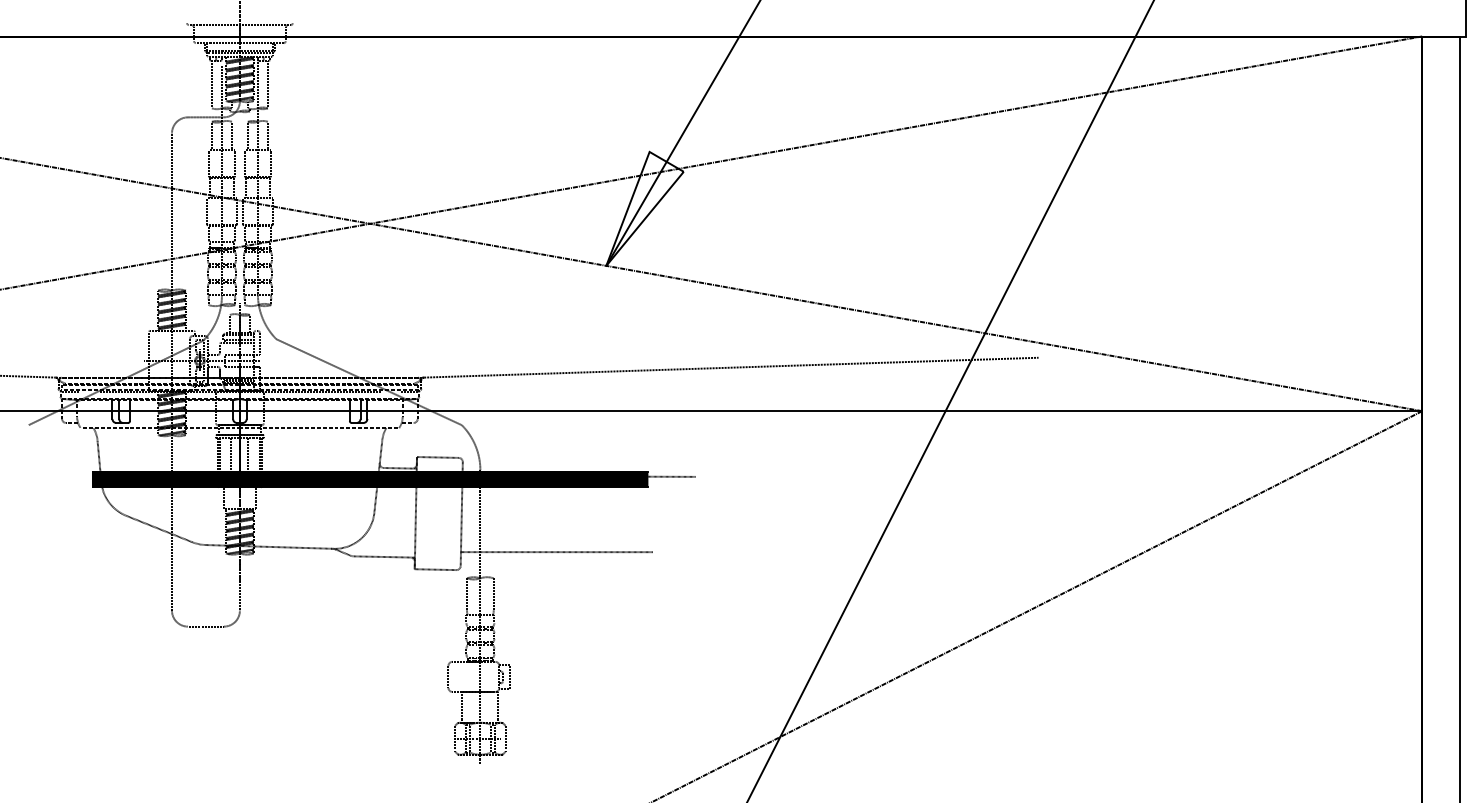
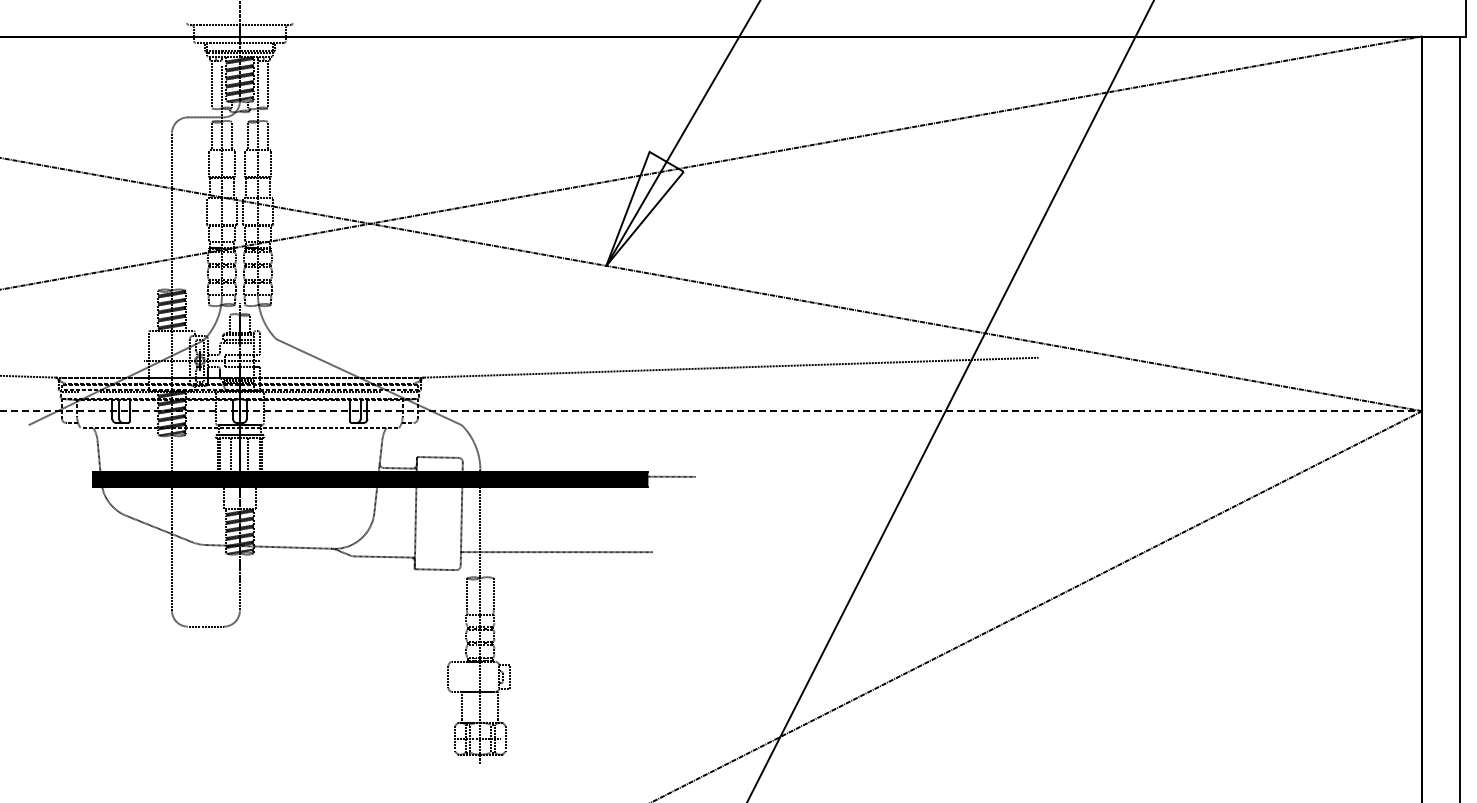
line at (711, 411): solid -> dashed
